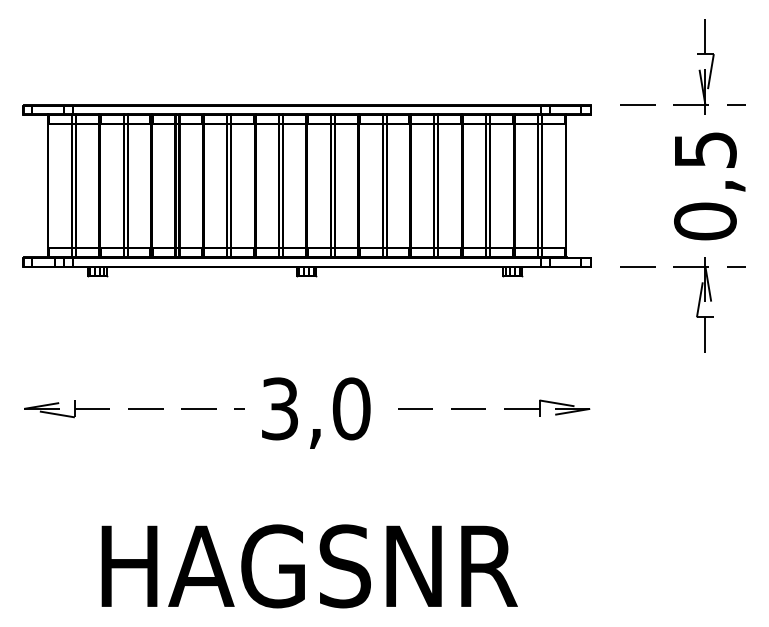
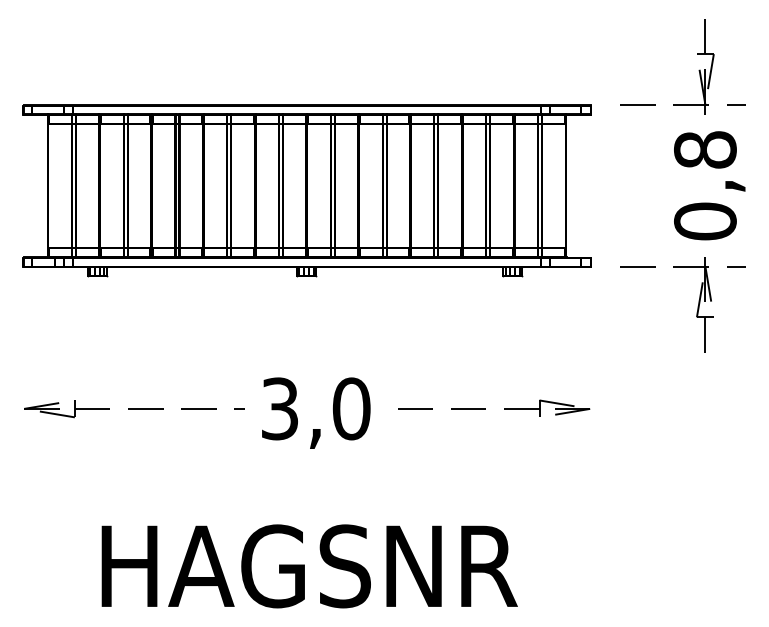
text at (705, 149): 0,5 -> 0,8
